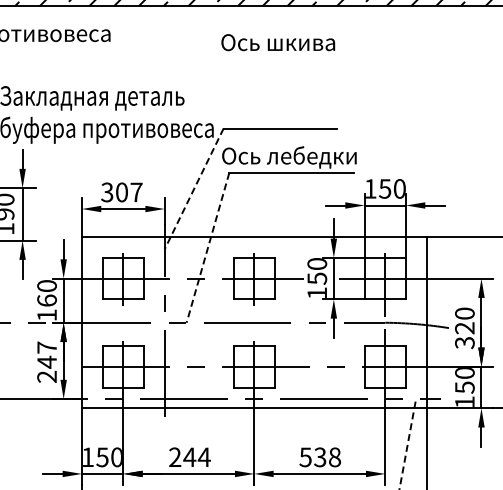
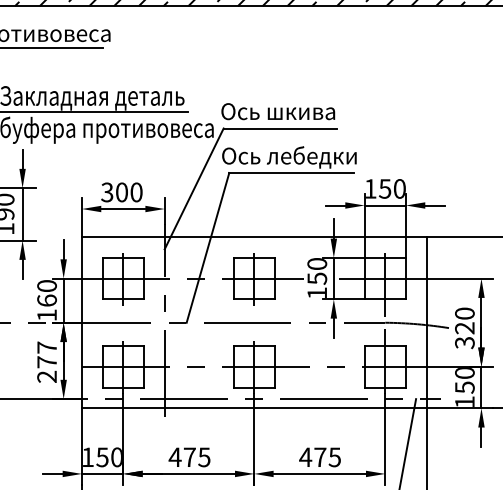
text at (278, 42) position: (278, 42) -> (278, 111)
line at (52, 48): none -> present
line at (95, 112): none -> present
line at (193, 189): dashed -> solid
text at (136, 192): 307 -> 300
line at (207, 247): dashed -> solid
text at (46, 361): 247 -> 277
line at (407, 444): dashed -> solid
text at (189, 457): 244 -> 475
text at (320, 457): 538 -> 475
